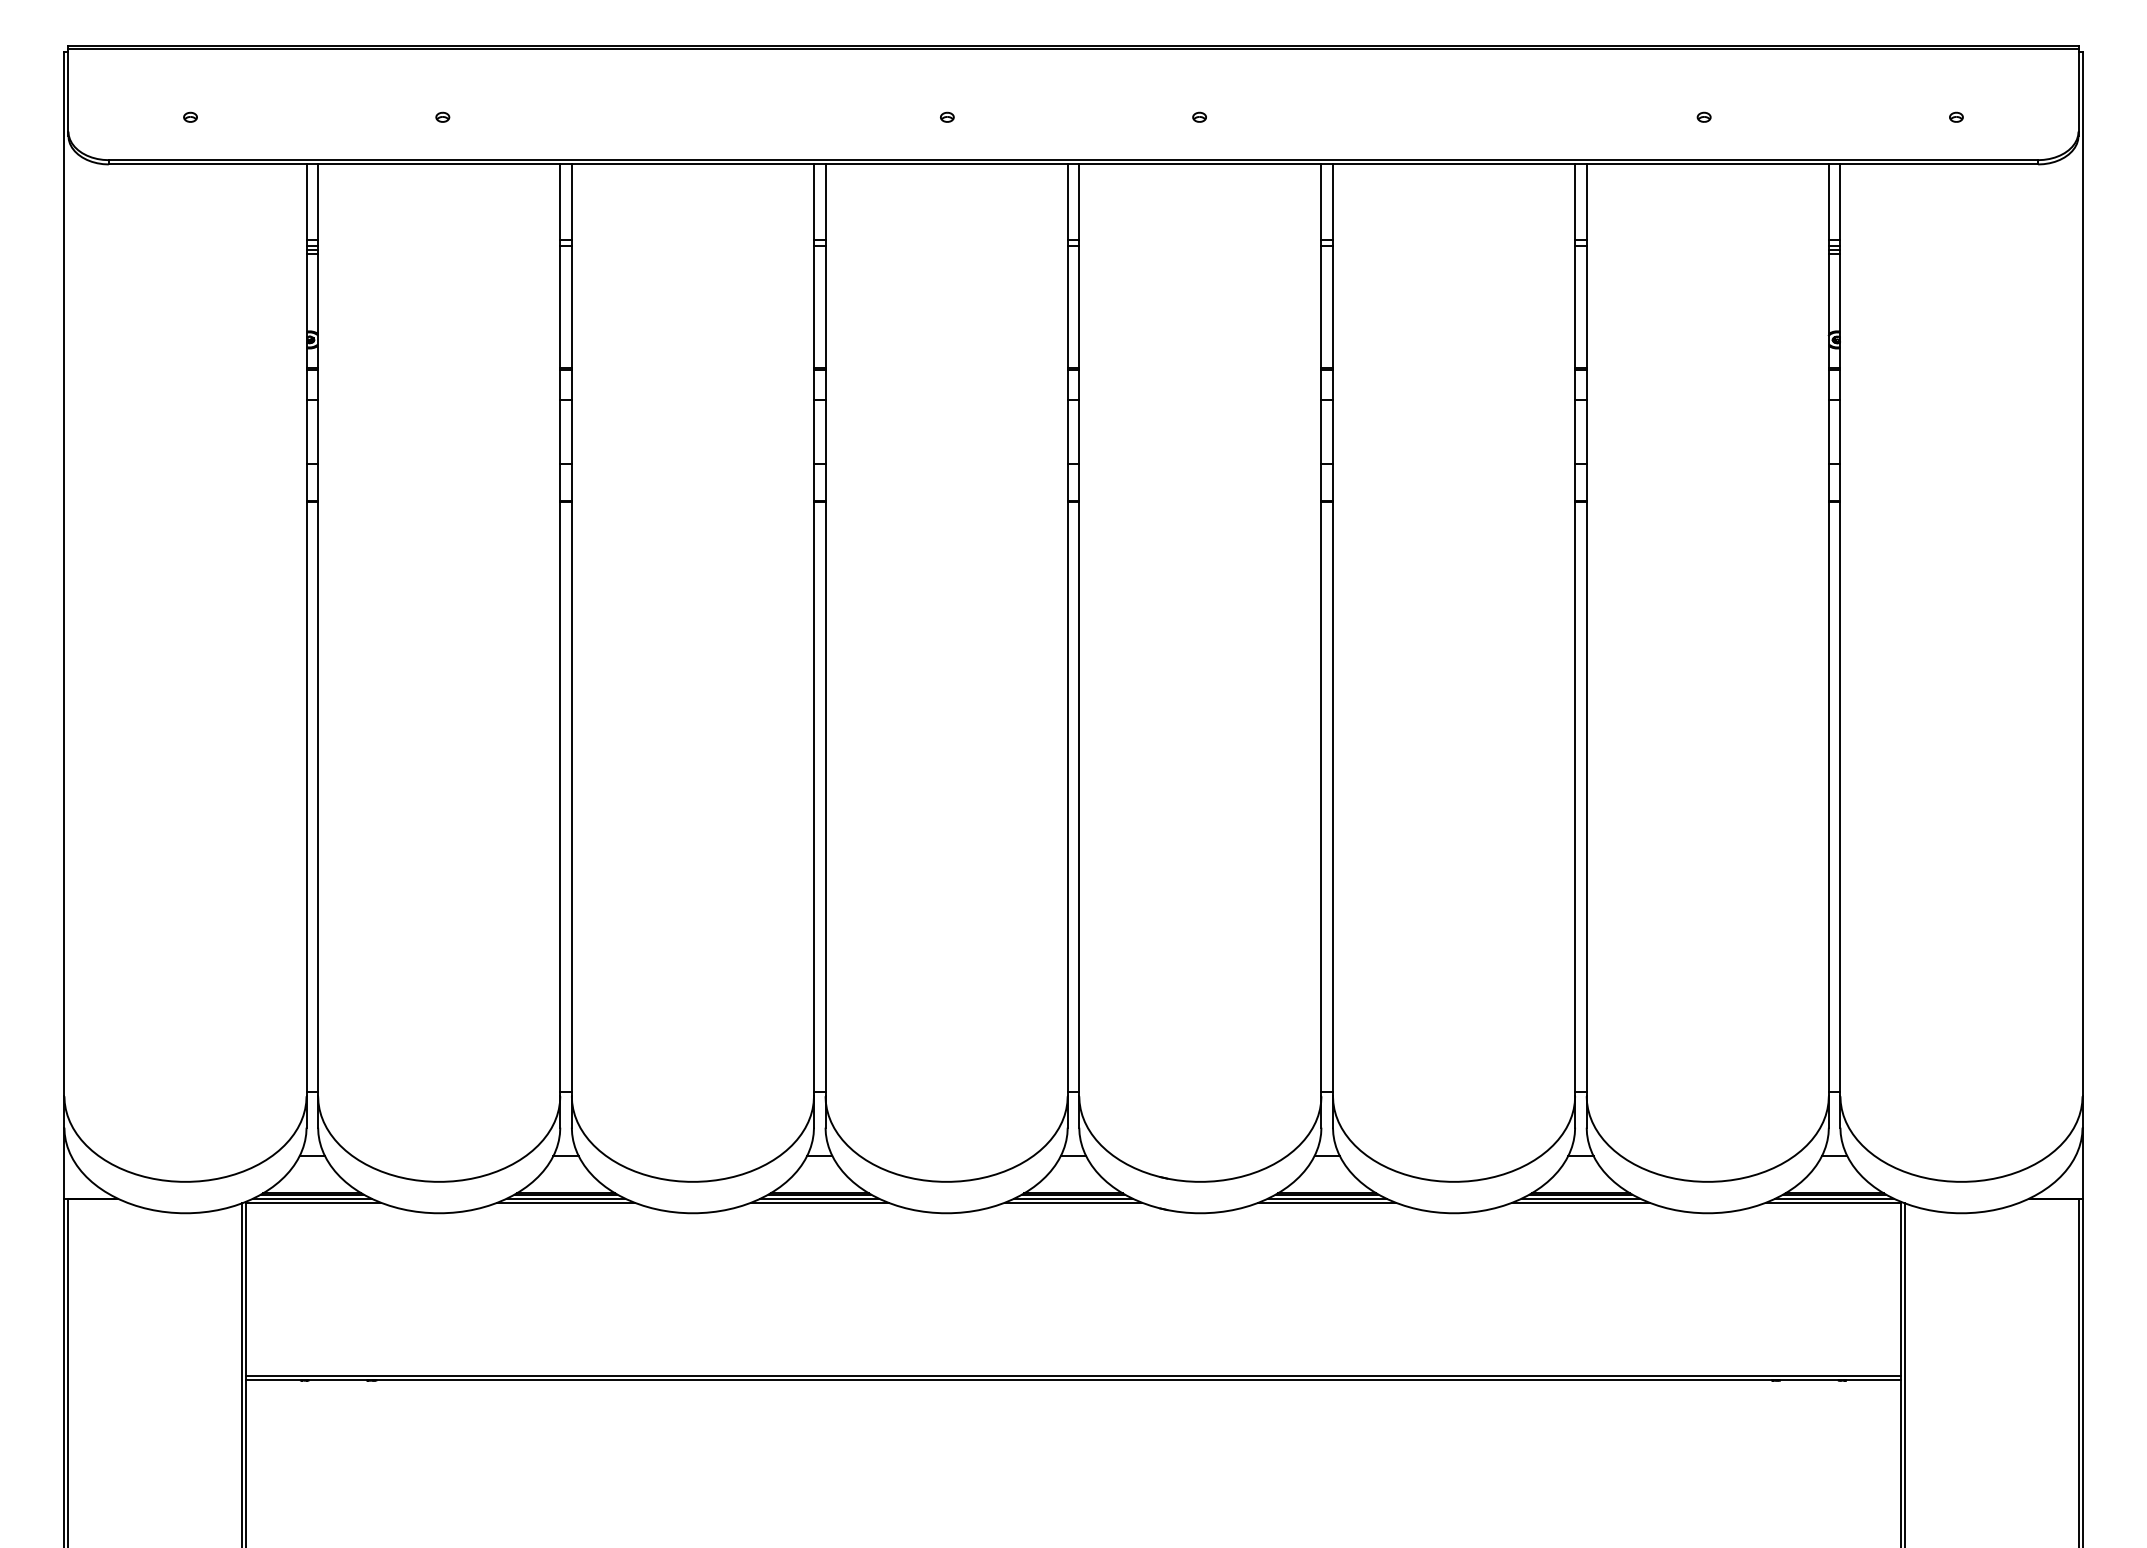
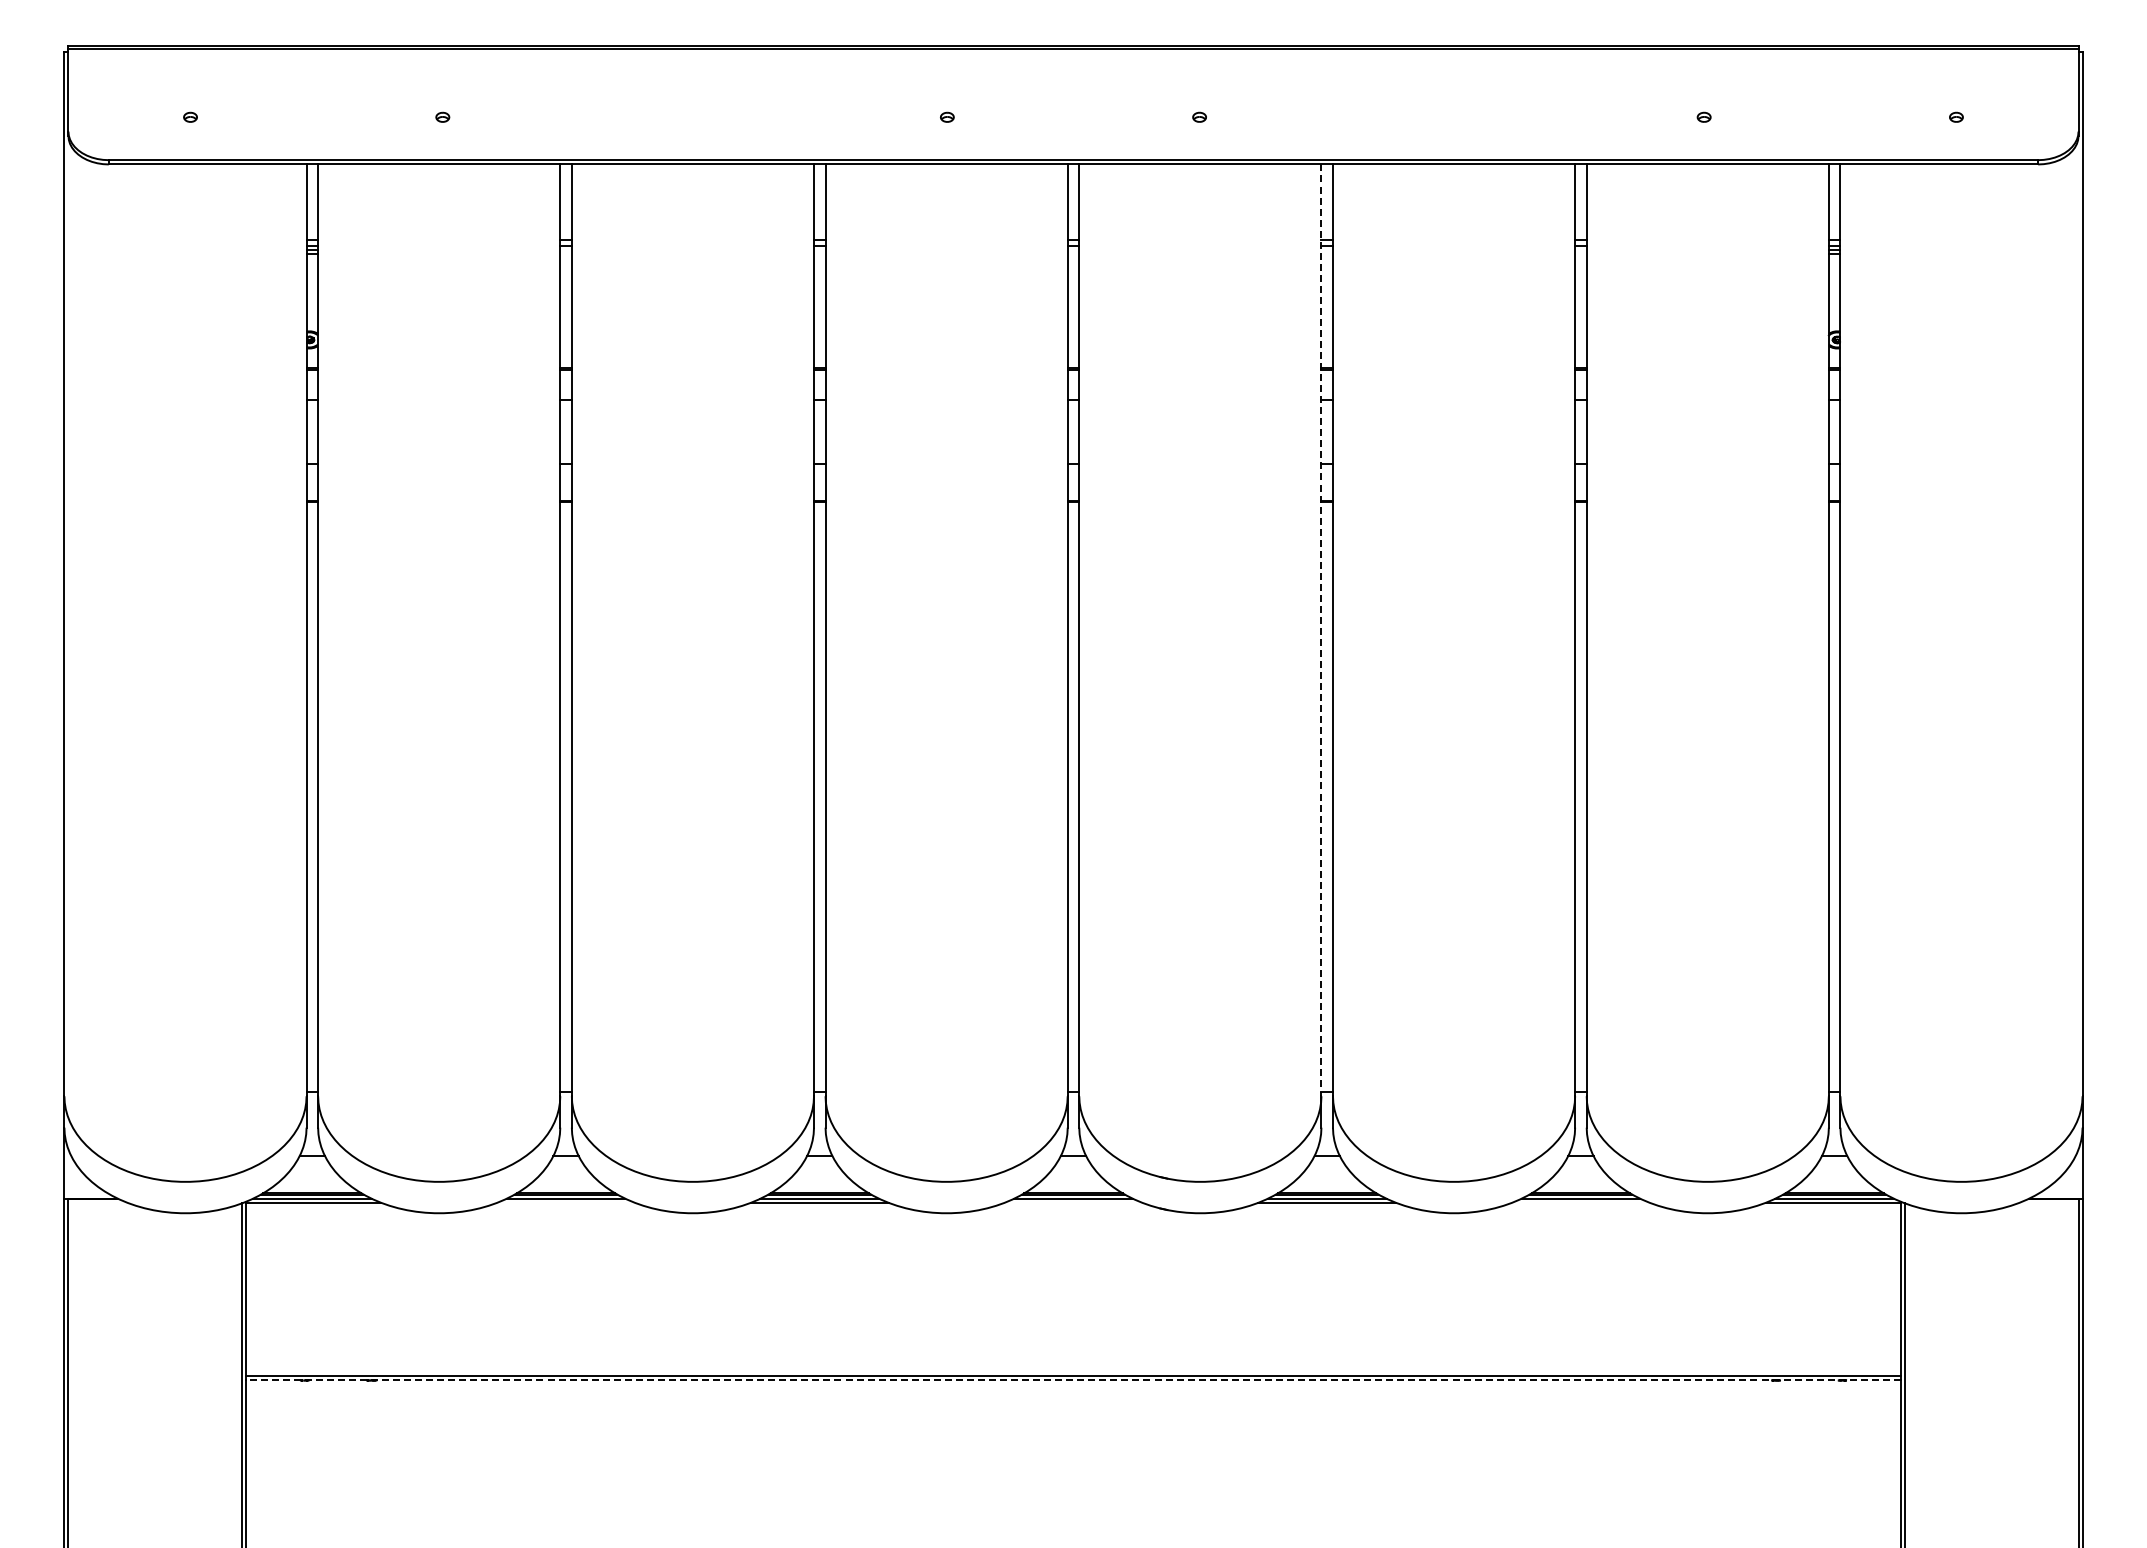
line at (1321, 630): solid -> dashed
line at (565, 1202): present -> none
line at (1073, 1202): present -> none
line at (1580, 1202): present -> none
line at (1073, 1380): solid -> dashed
